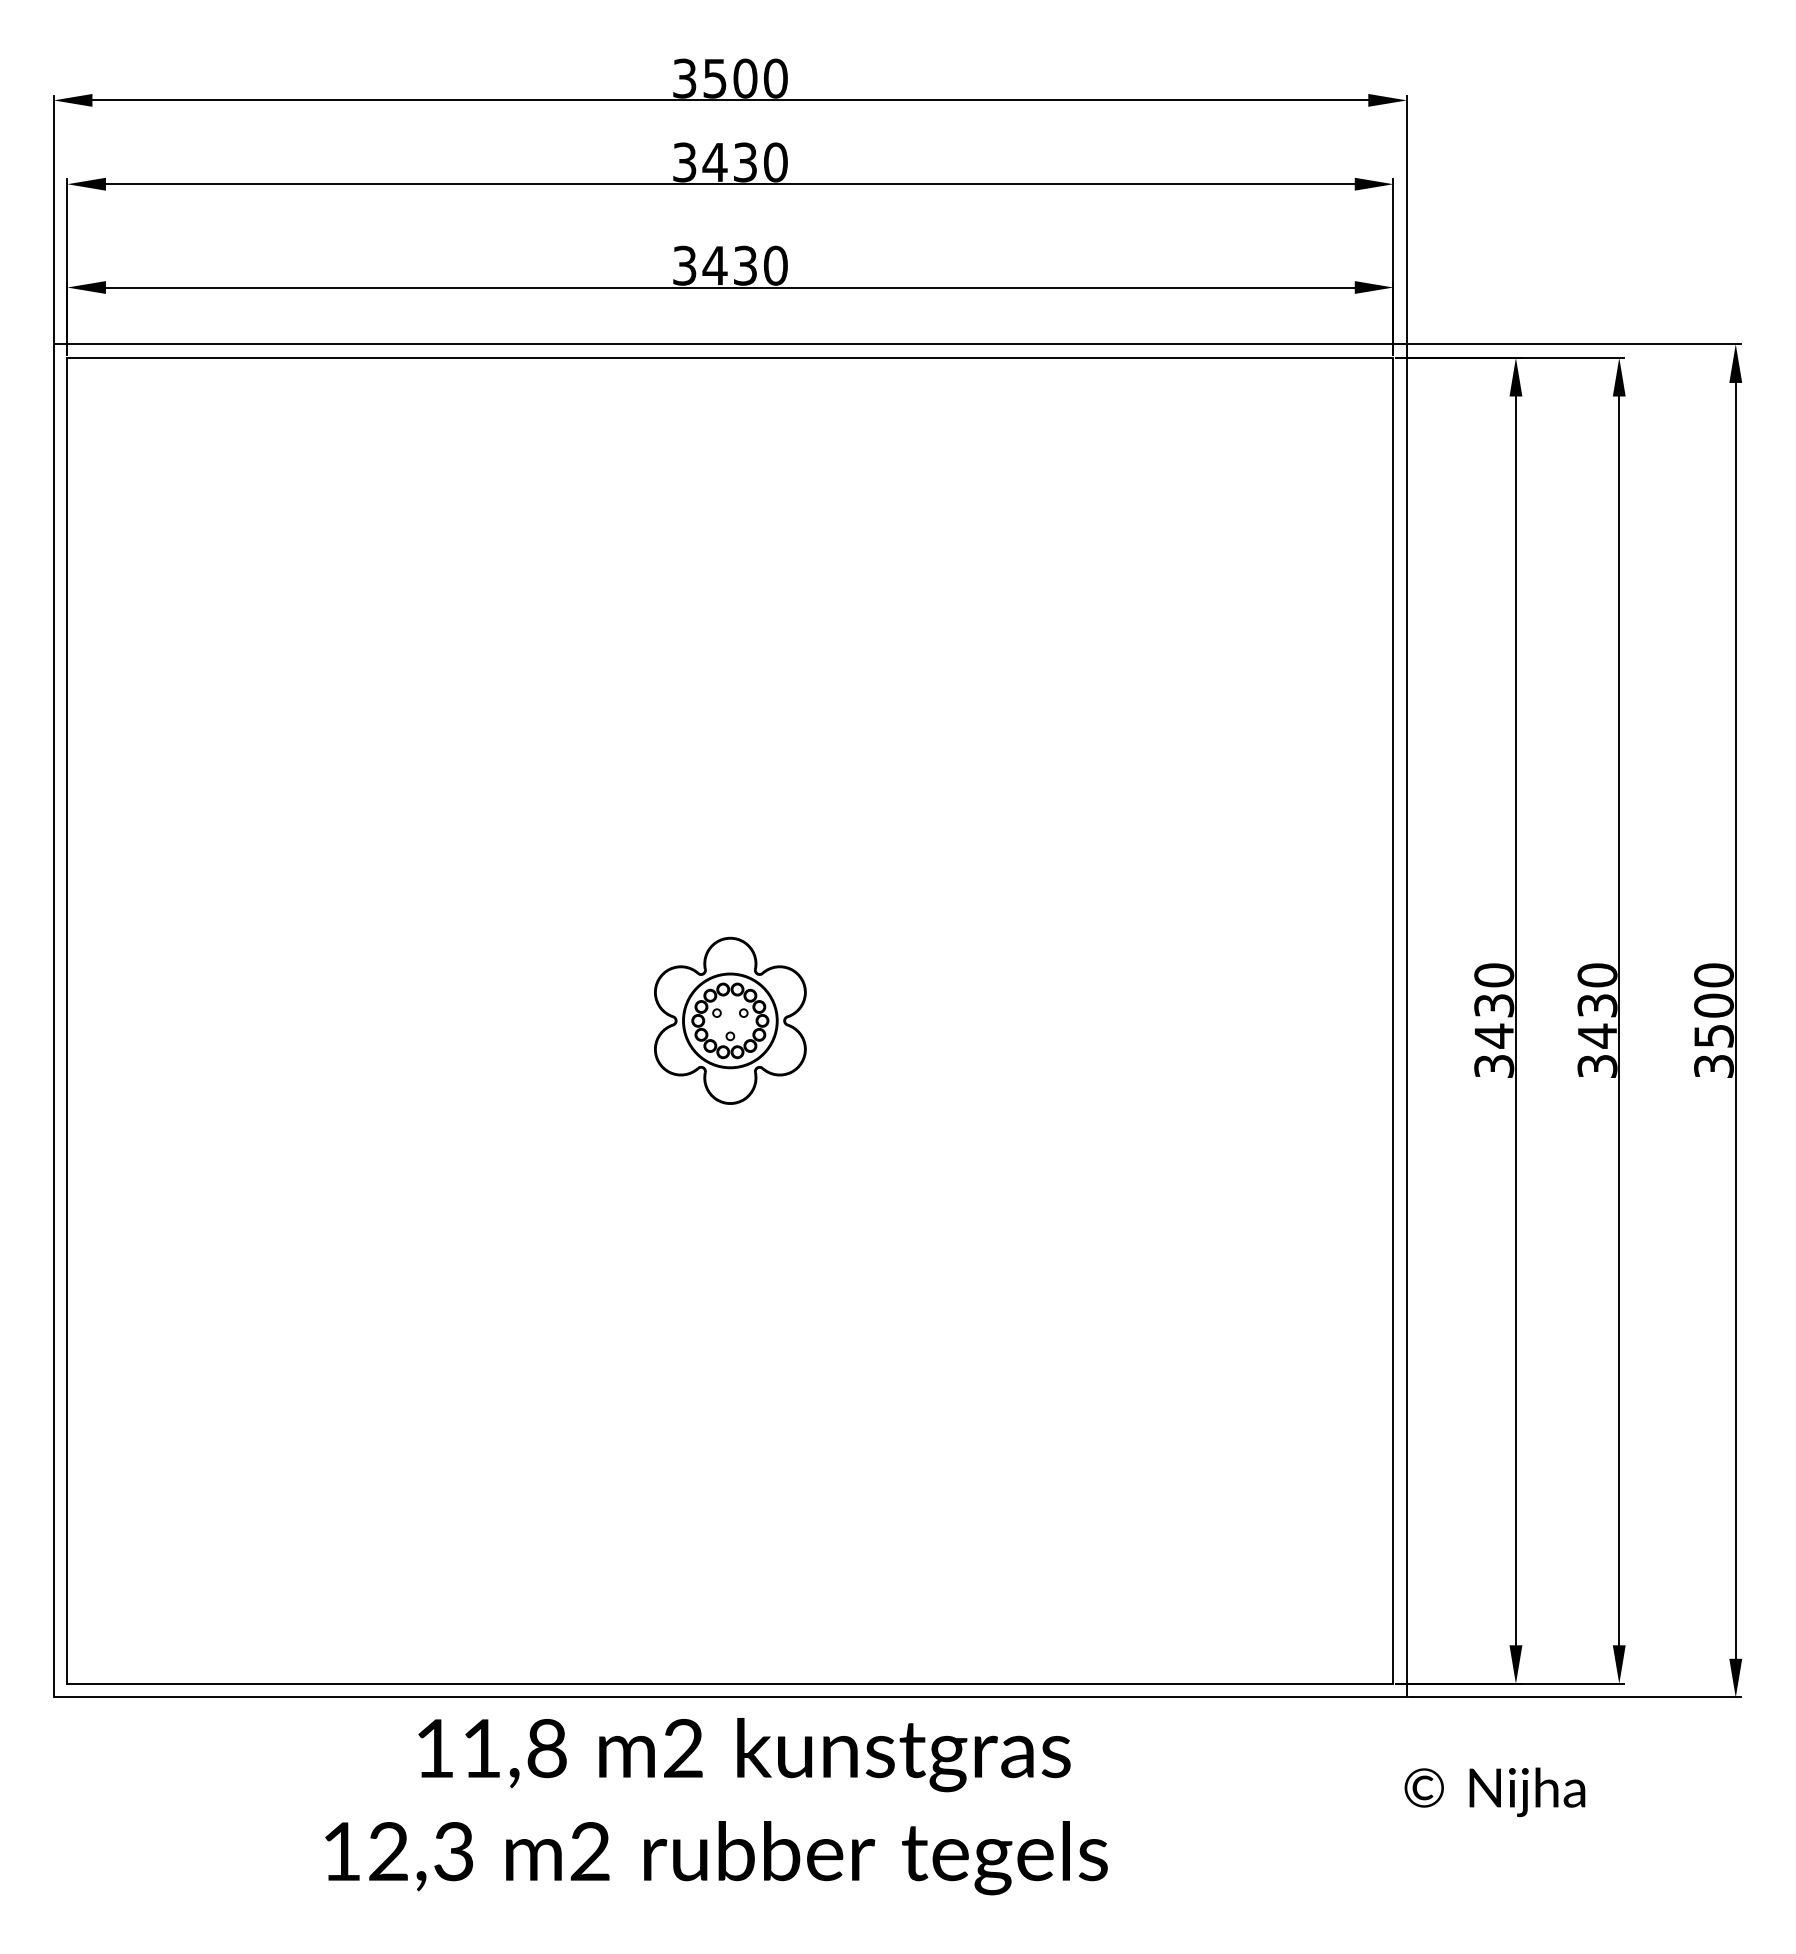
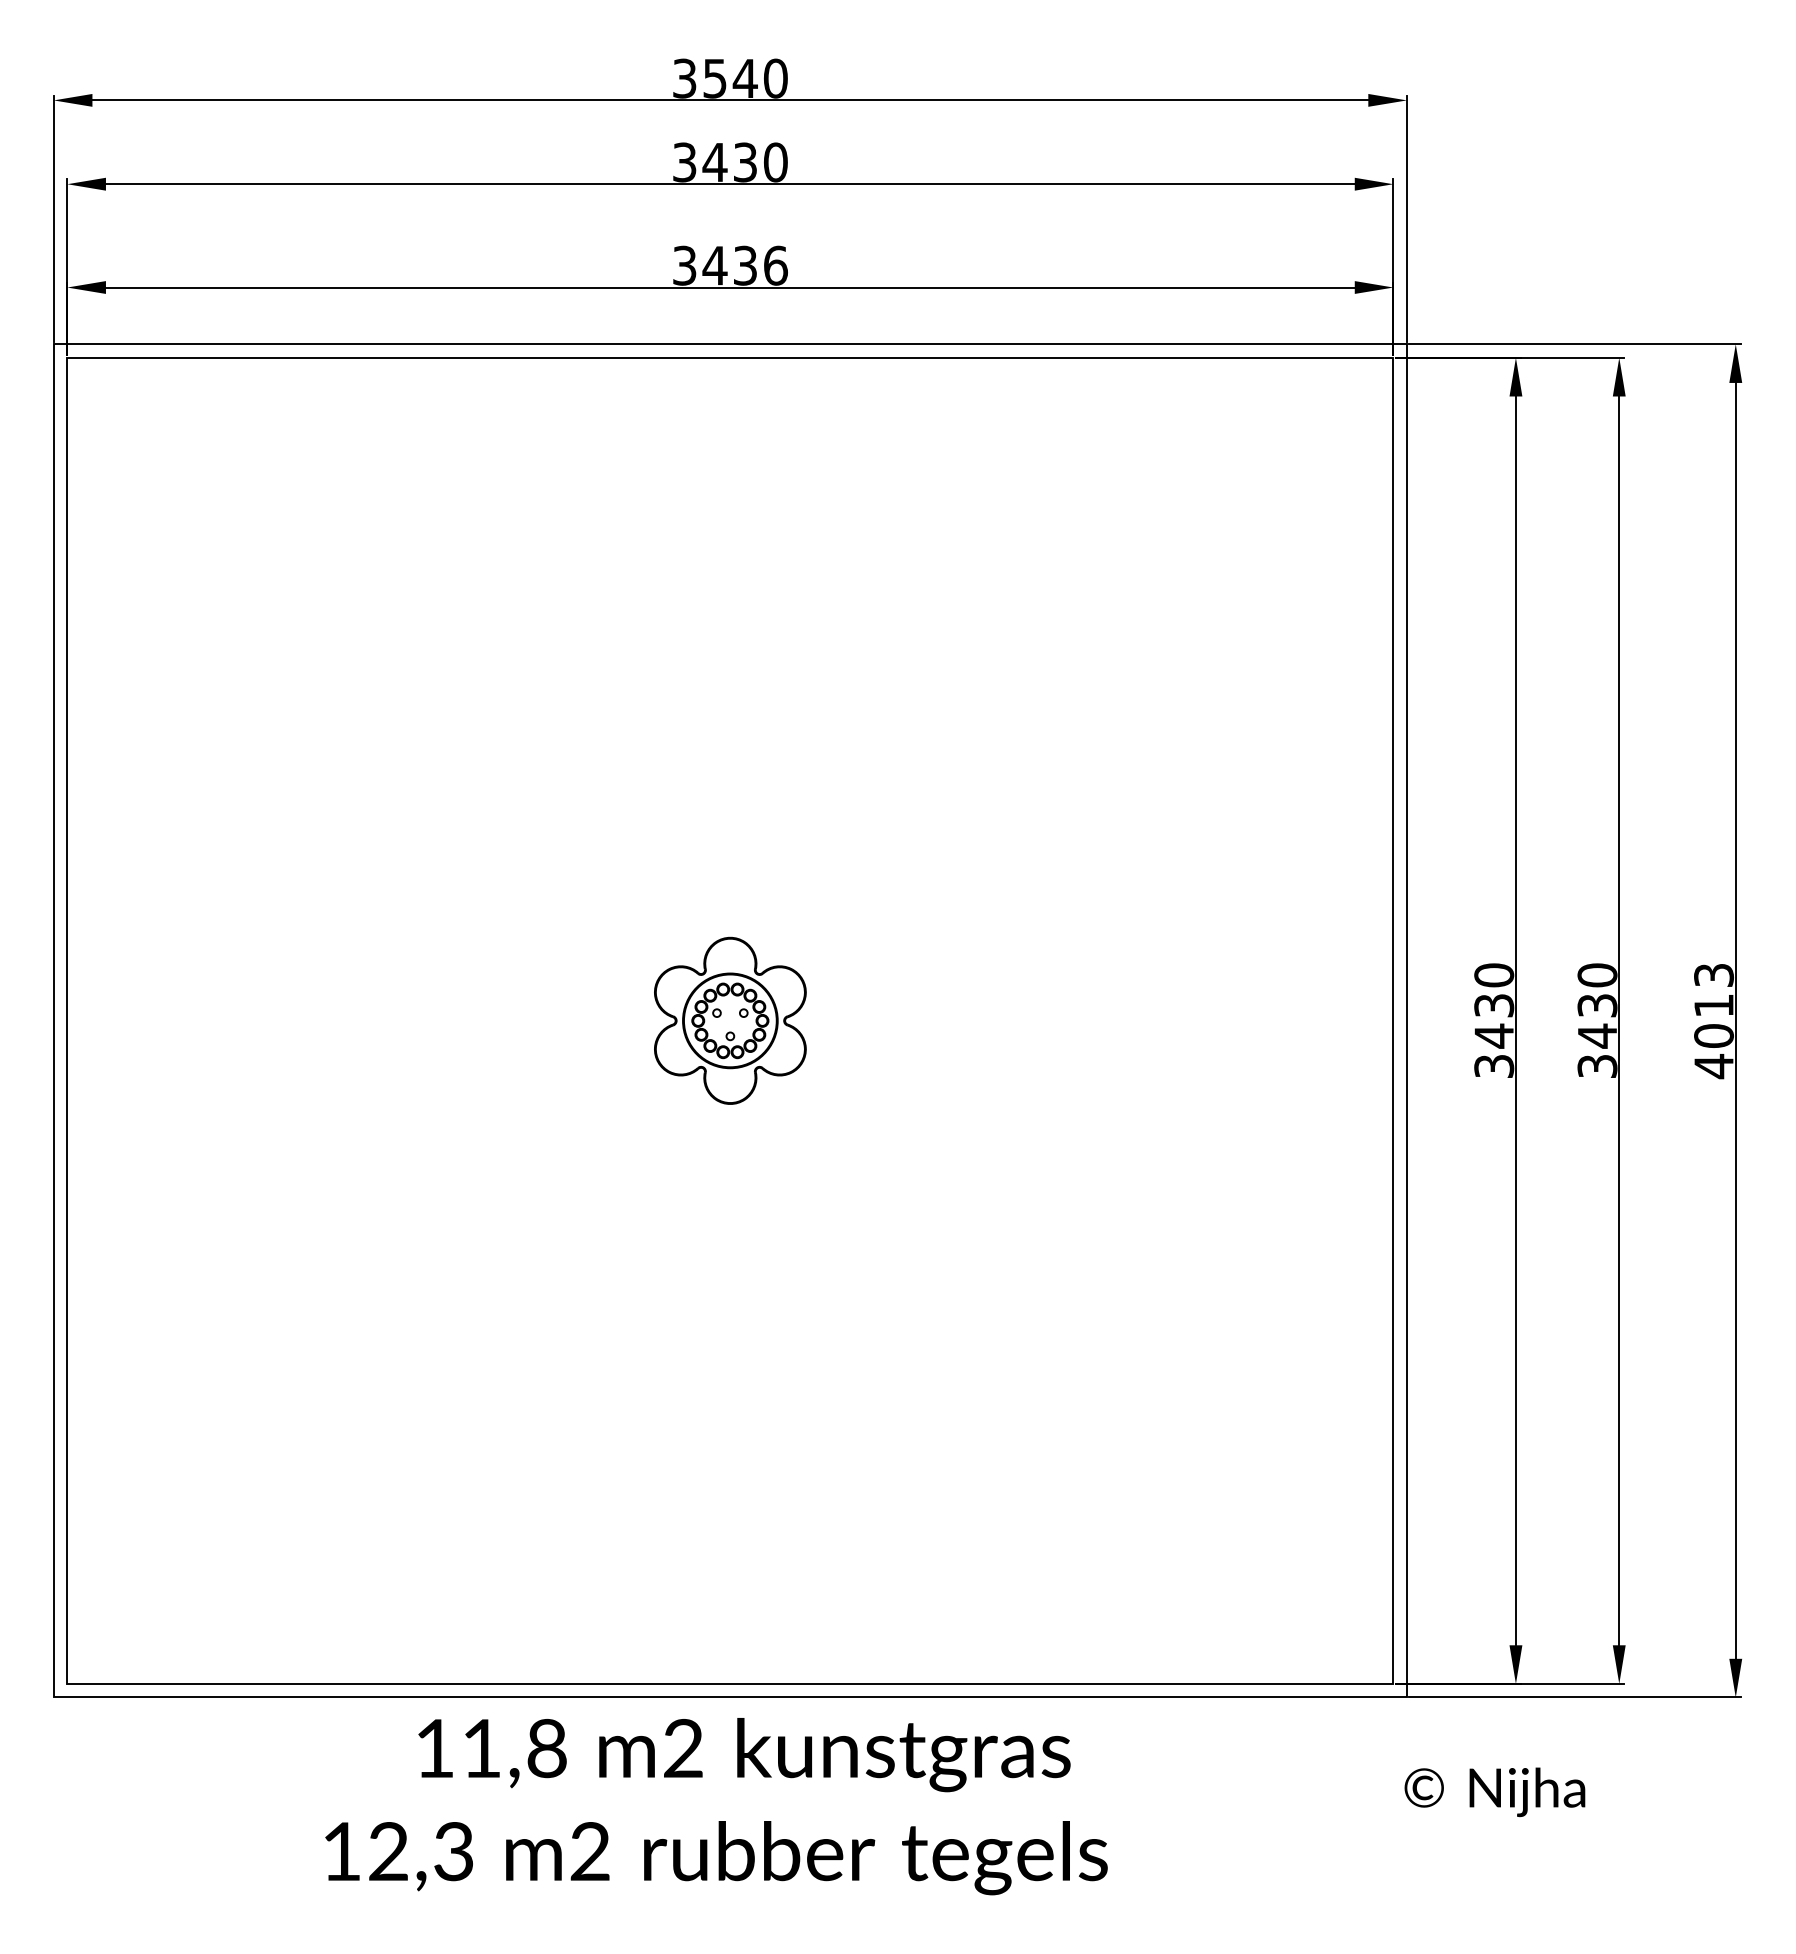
text at (744, 78): 3500 -> 3540
text at (775, 265): 3430 -> 3436
text at (1713, 1021): 3500 -> 4013
